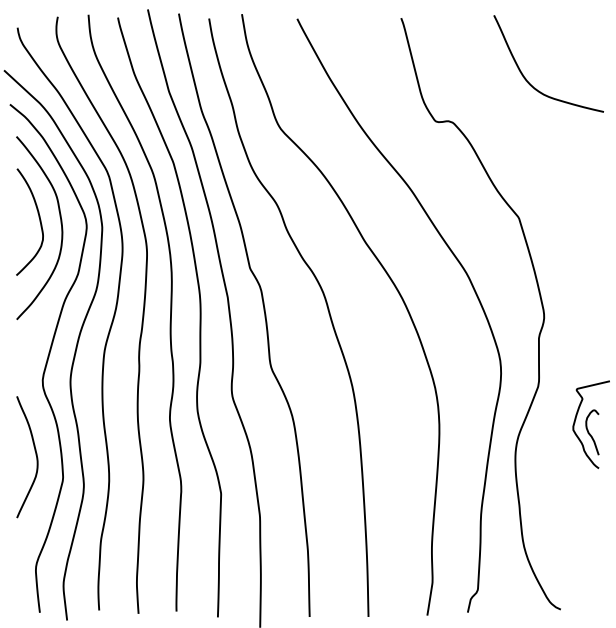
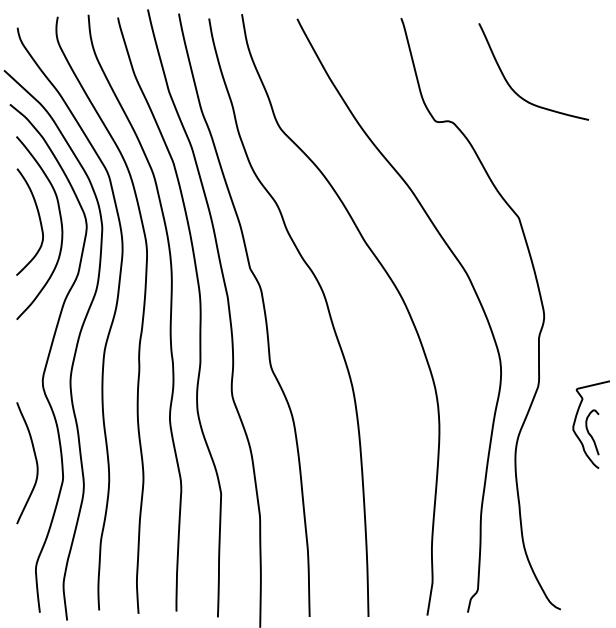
curve at (526, 78) position: (526, 78) -> (511, 86)
curve at (35, 455) position: (35, 455) -> (35, 461)
